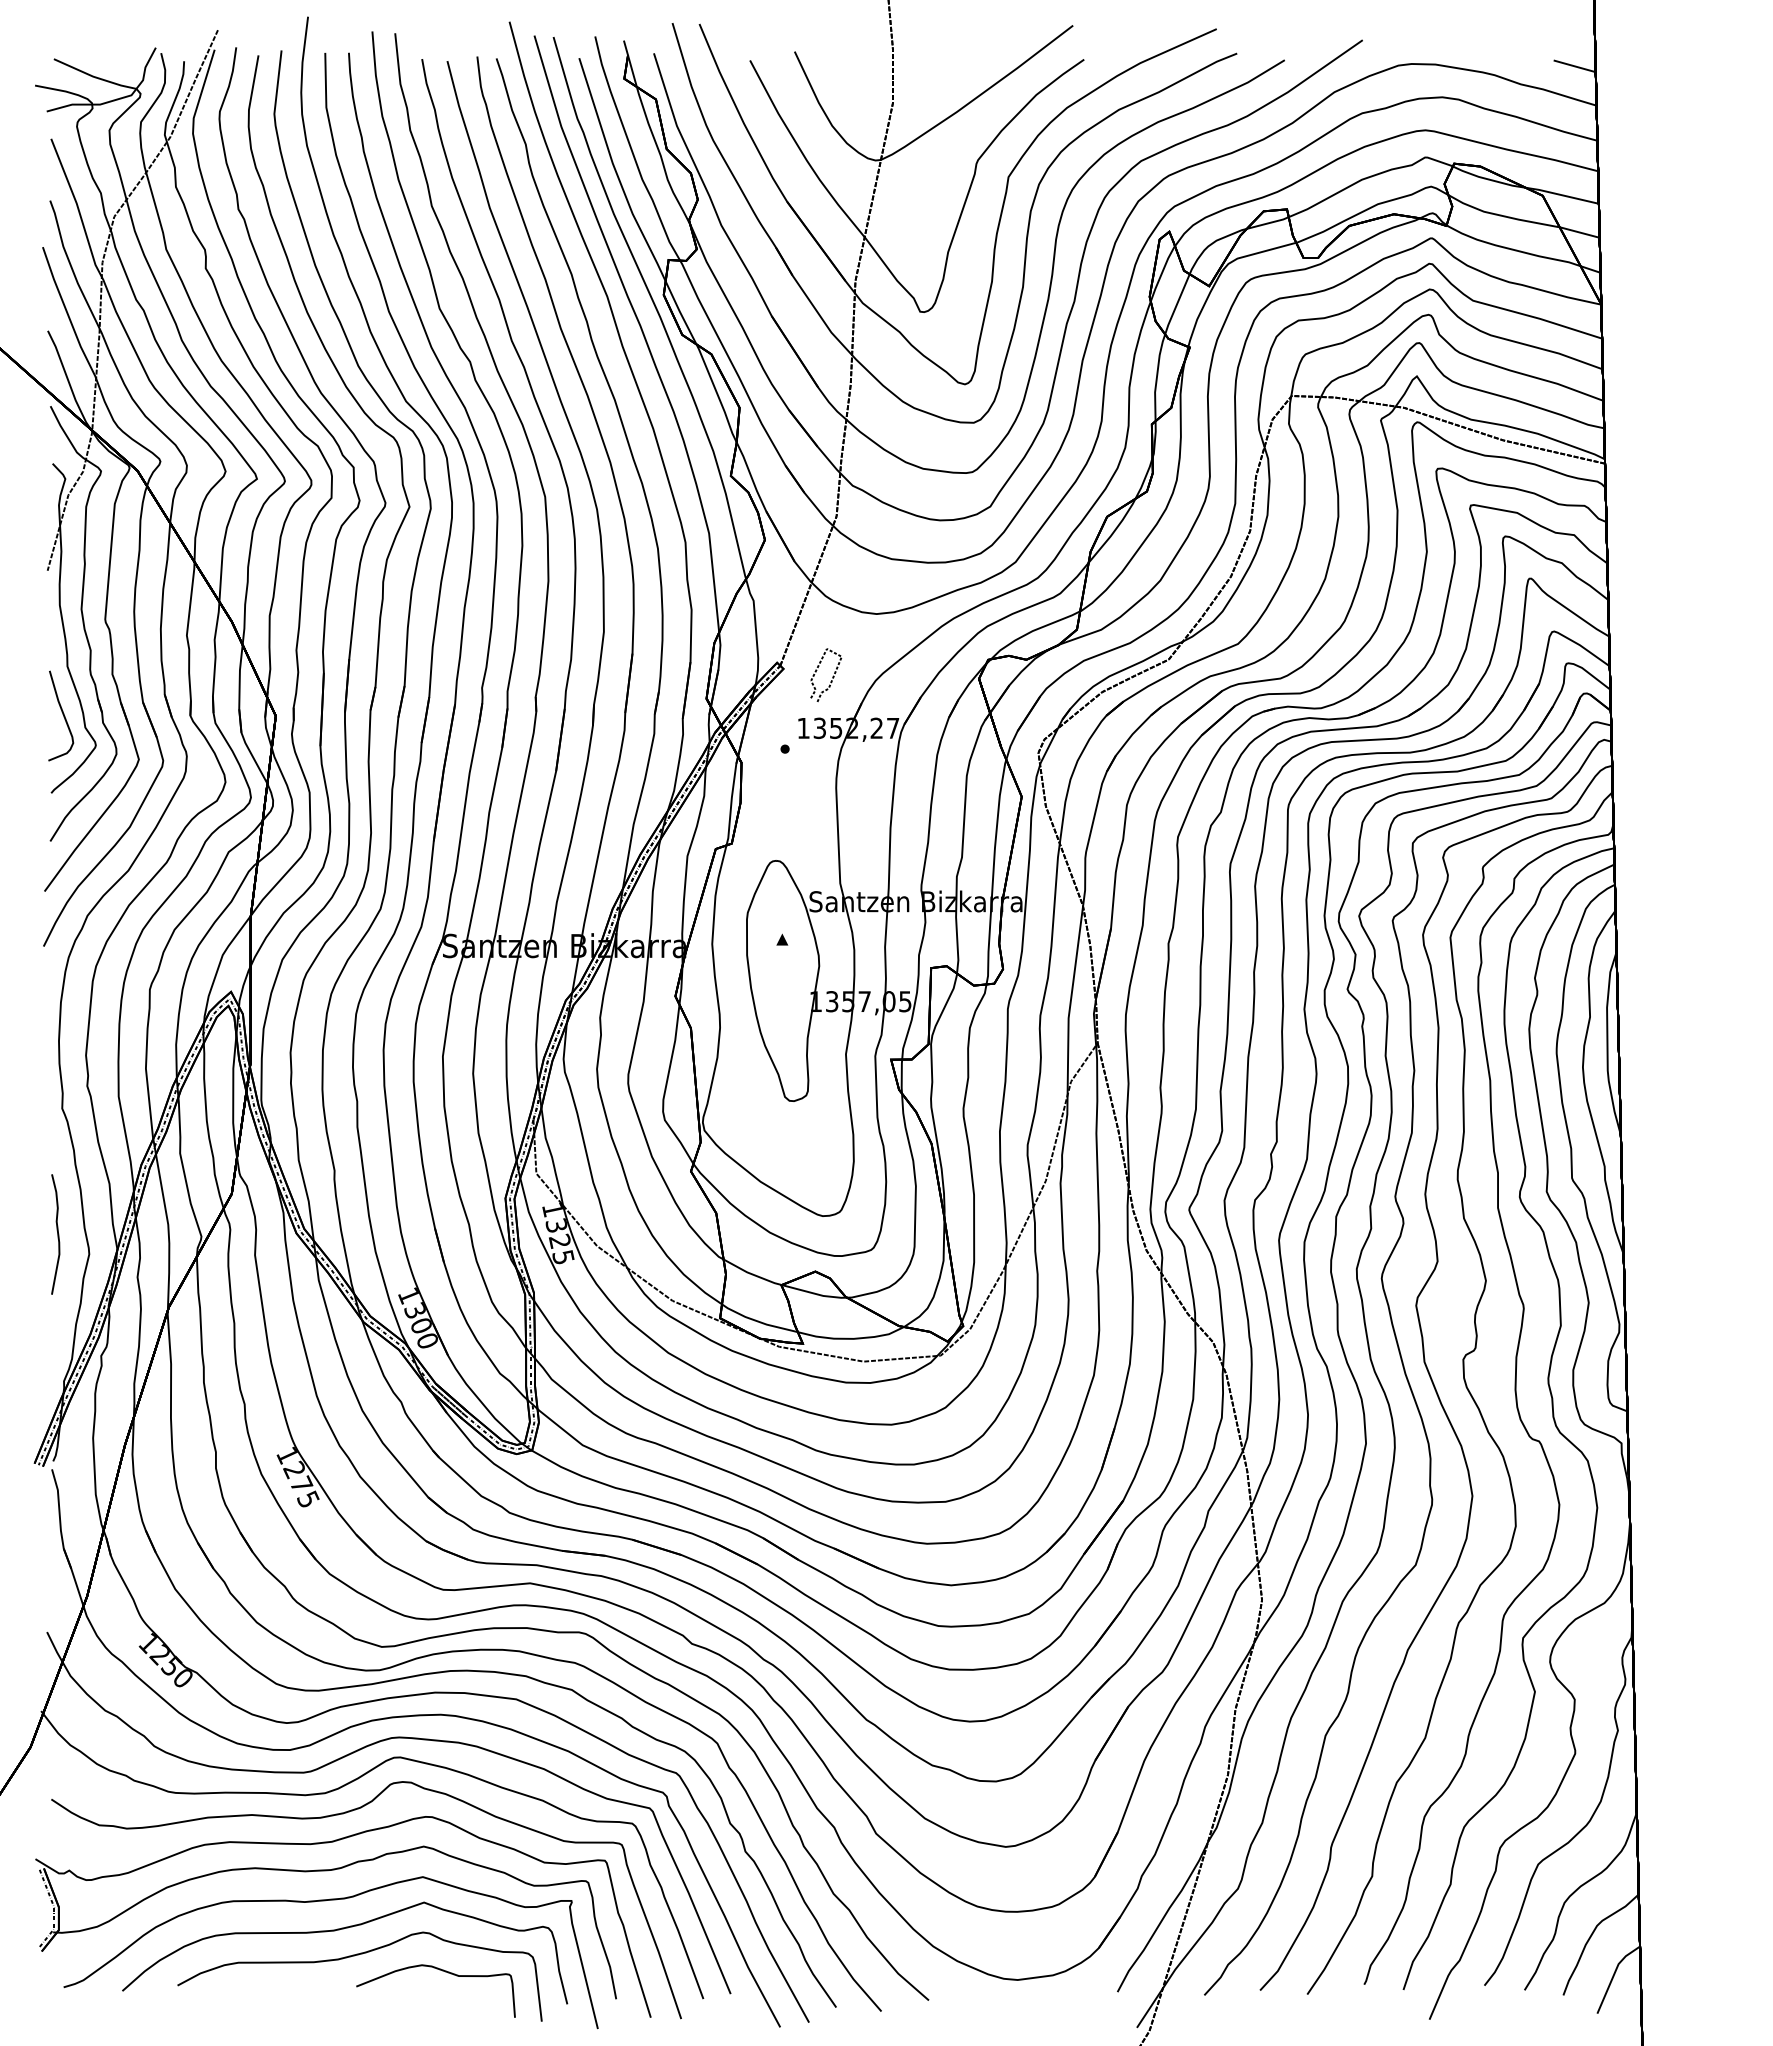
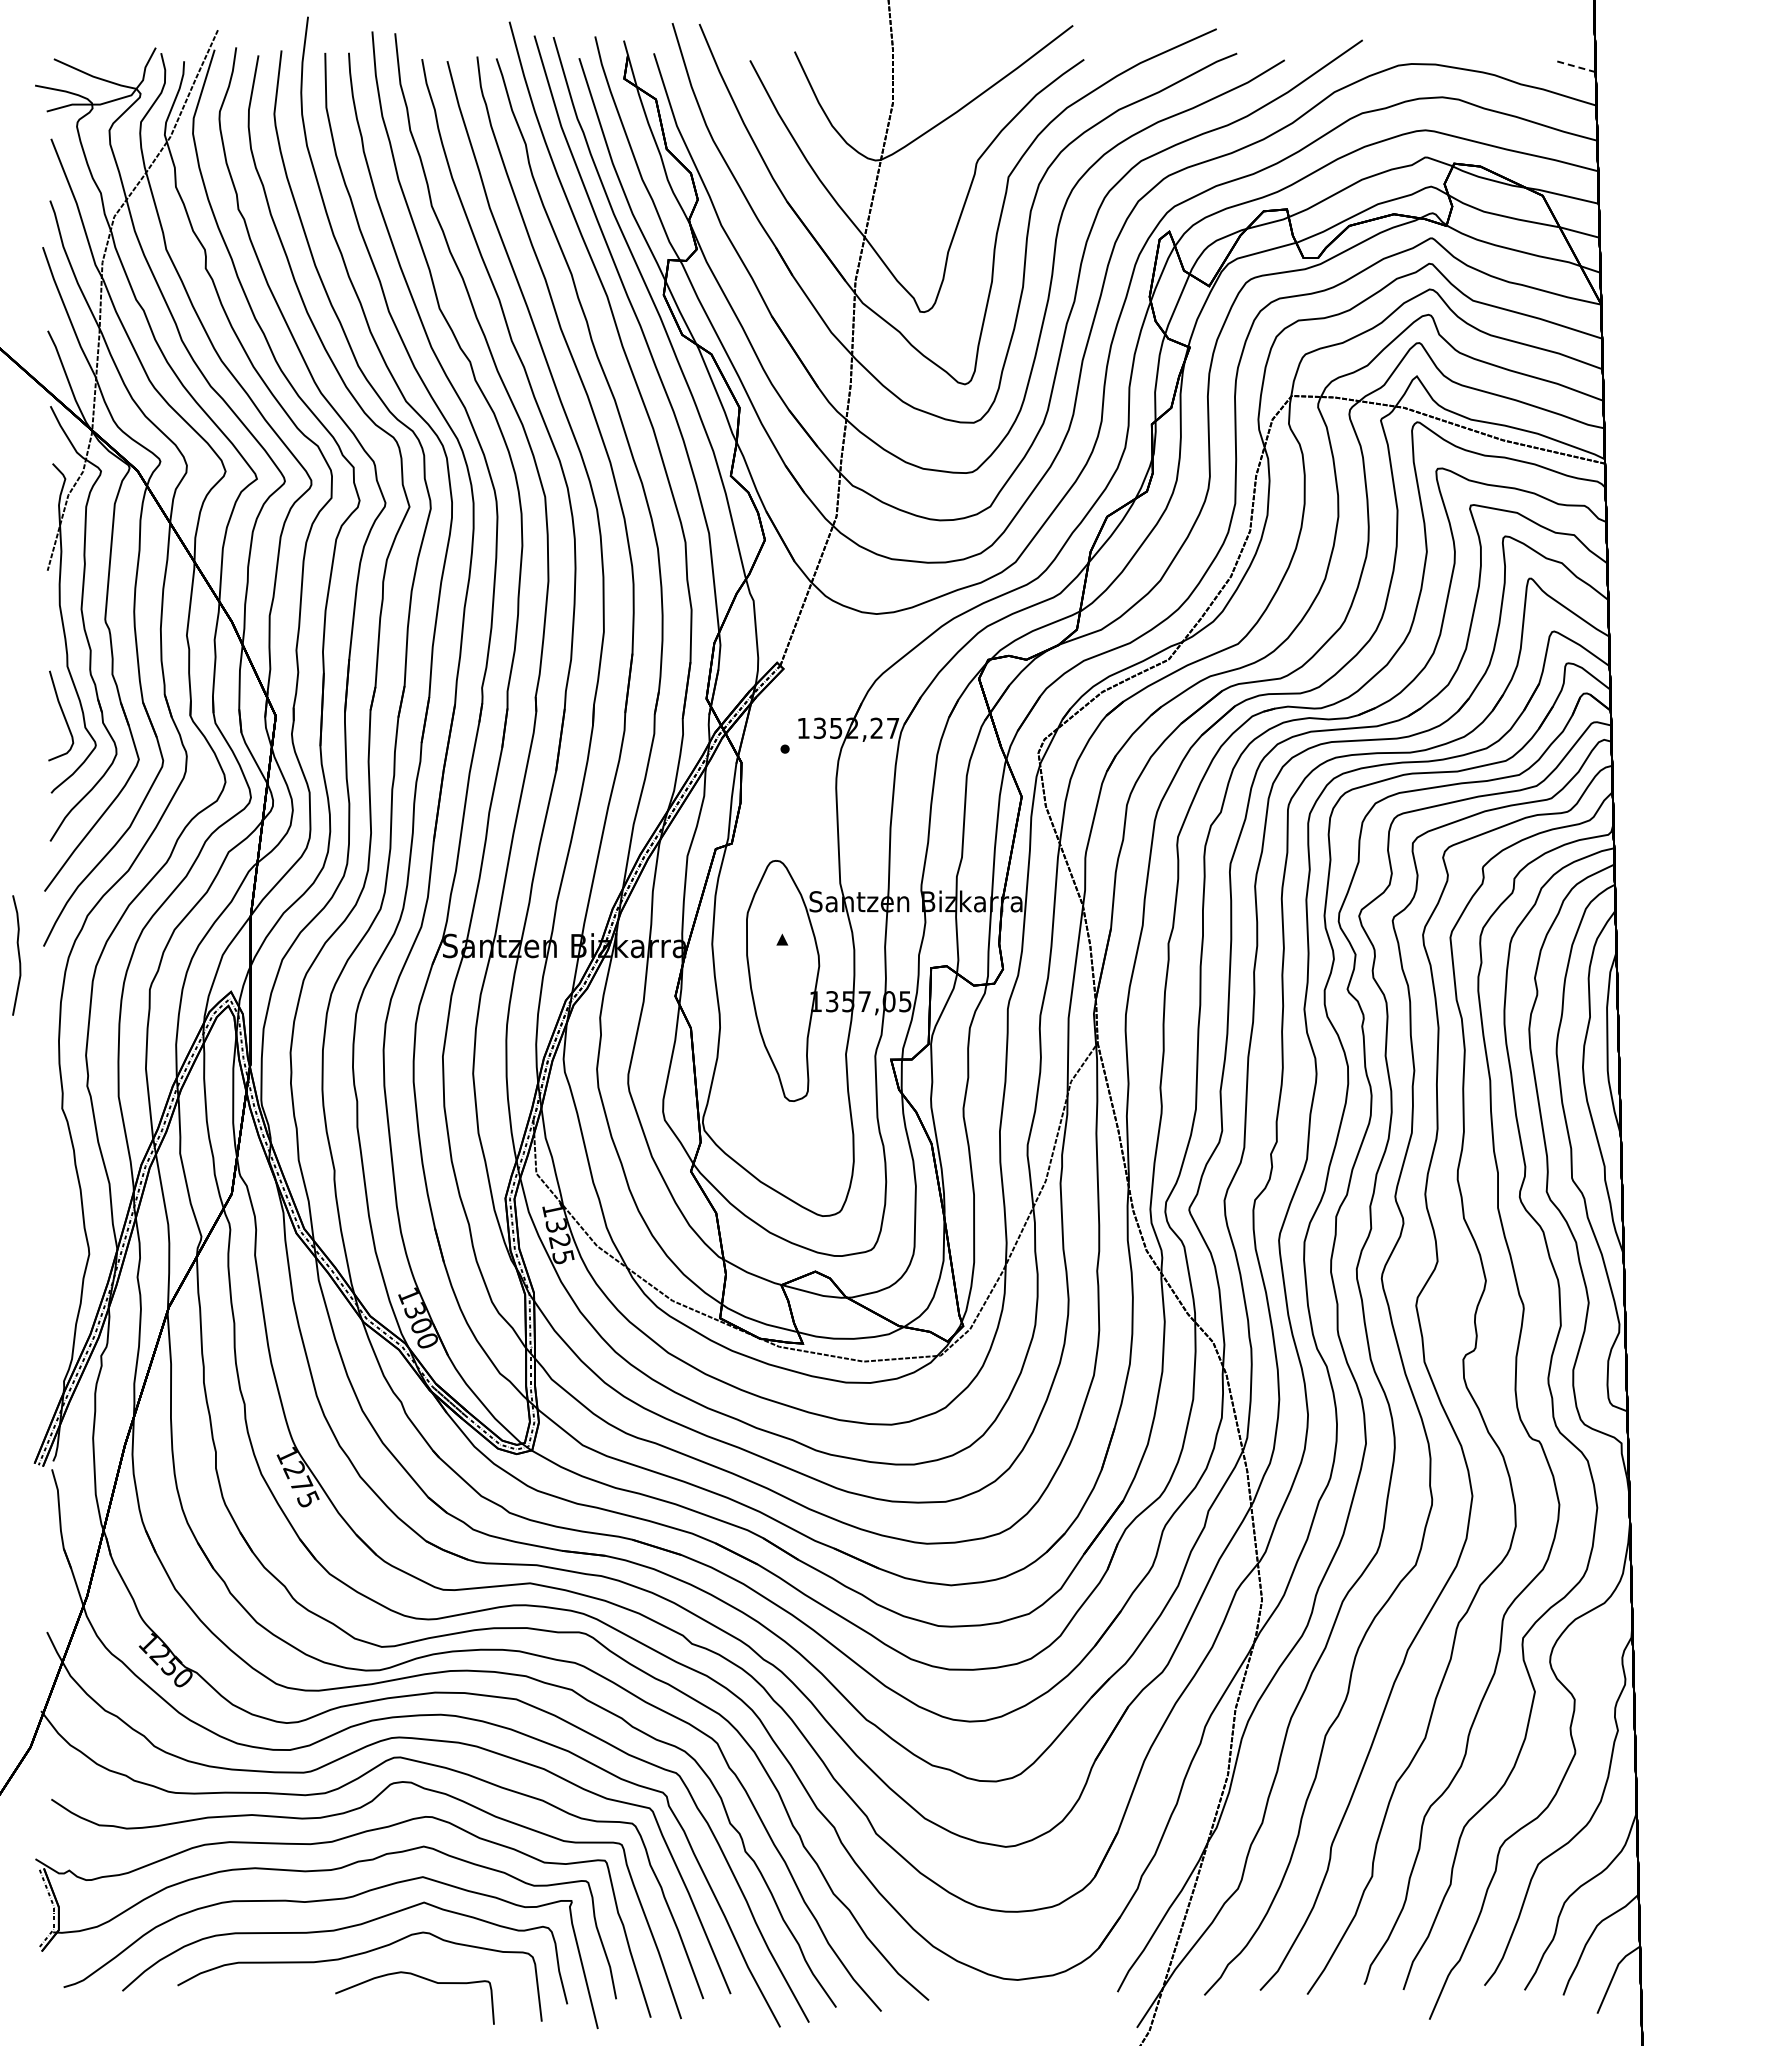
line at (1574, 66): solid -> dashed
curve at (832, 676): present -> none
curve at (57, 1234) position: (57, 1234) -> (18, 955)
curve at (442, 1971) position: (442, 1971) -> (421, 1978)
